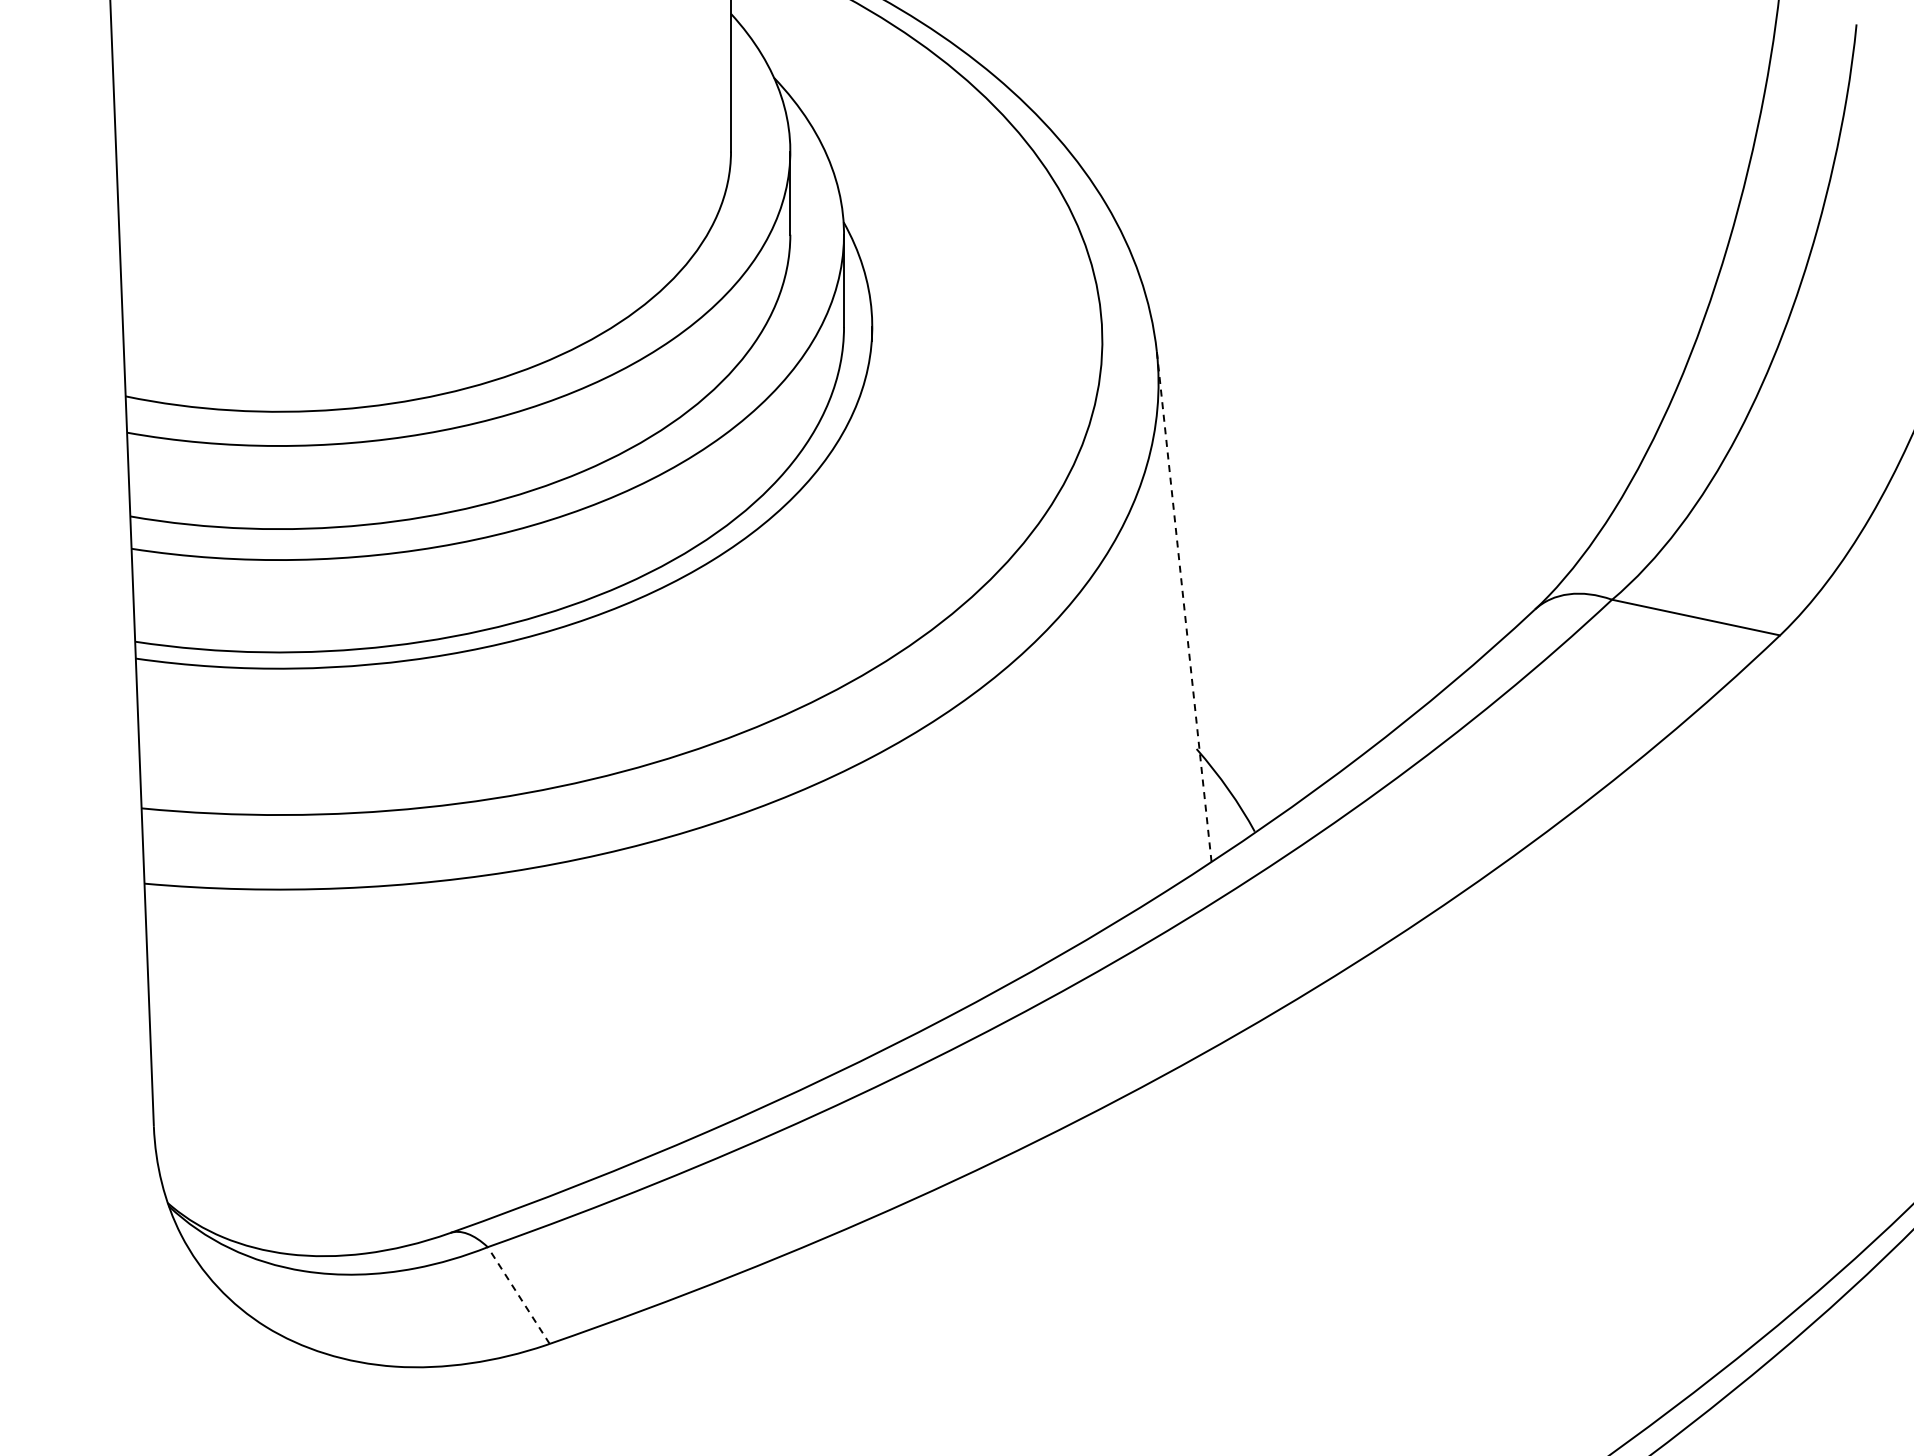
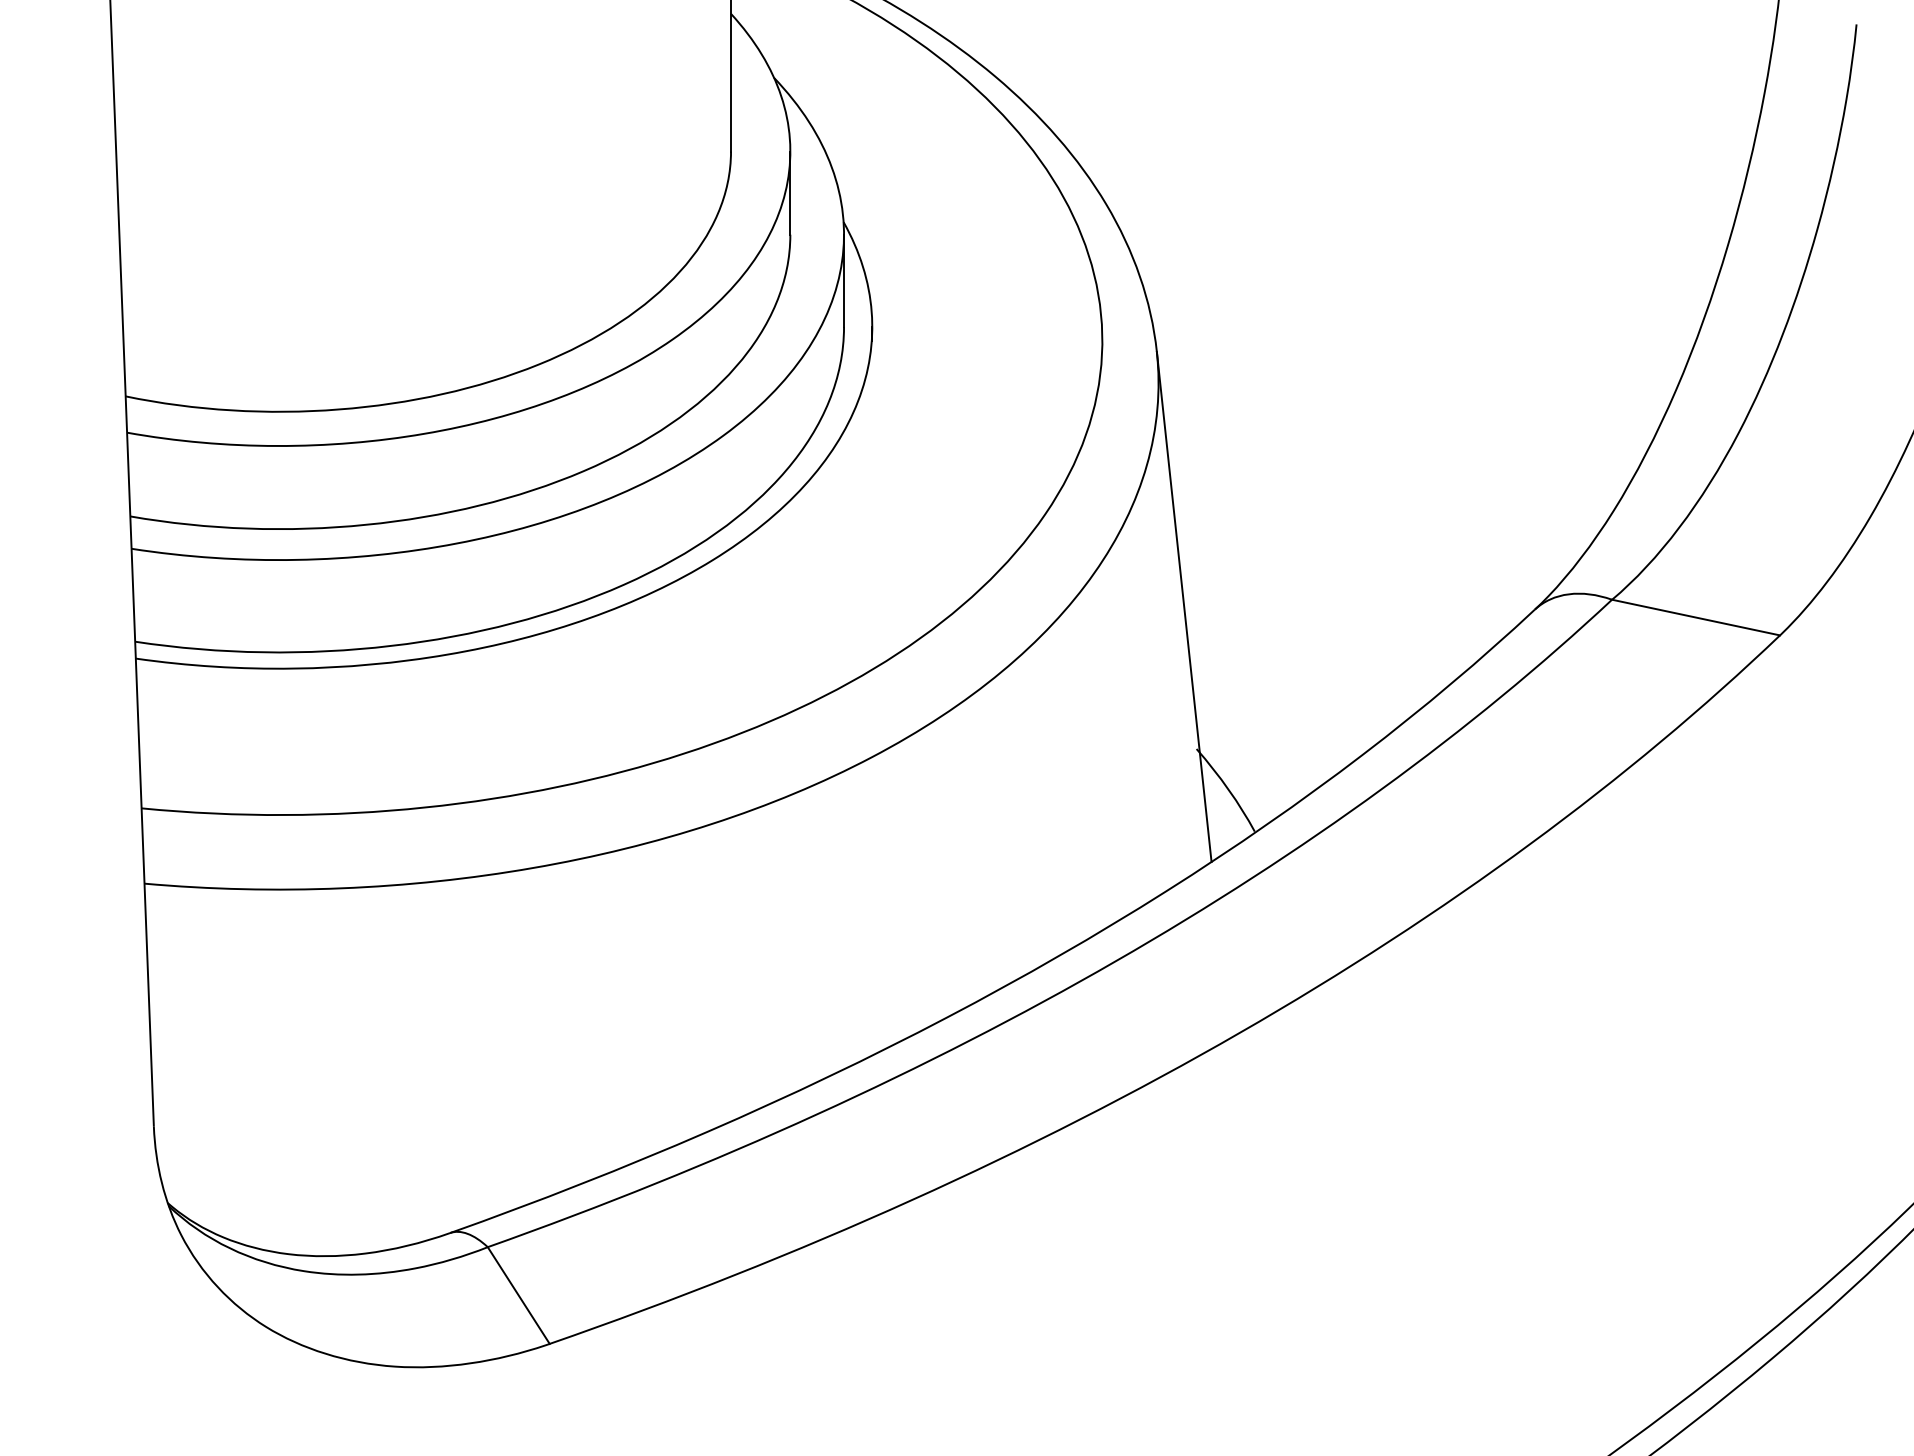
line at (1184, 606): dashed -> solid
line at (518, 1295): dashed -> solid
